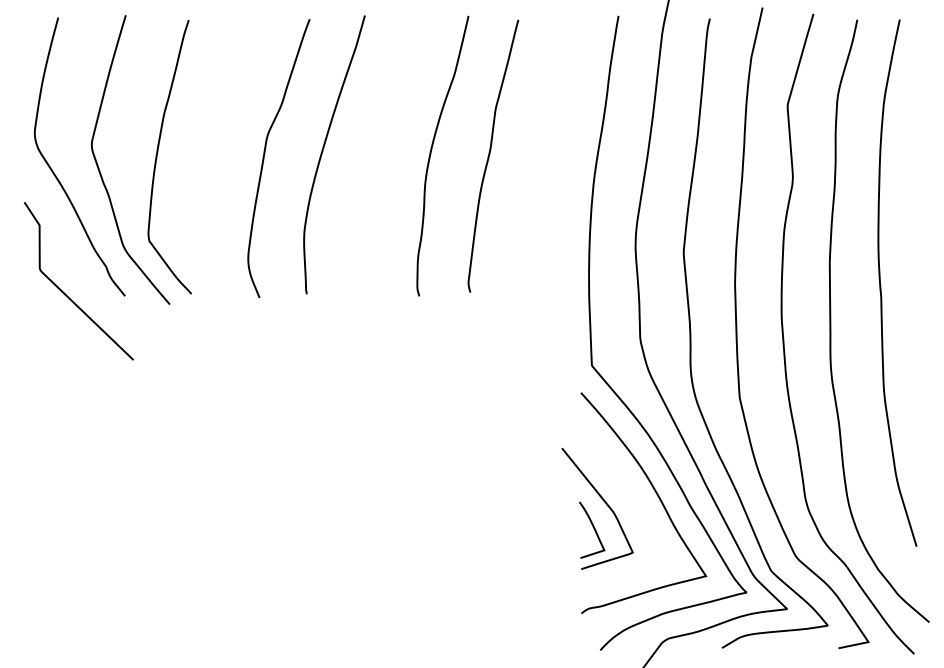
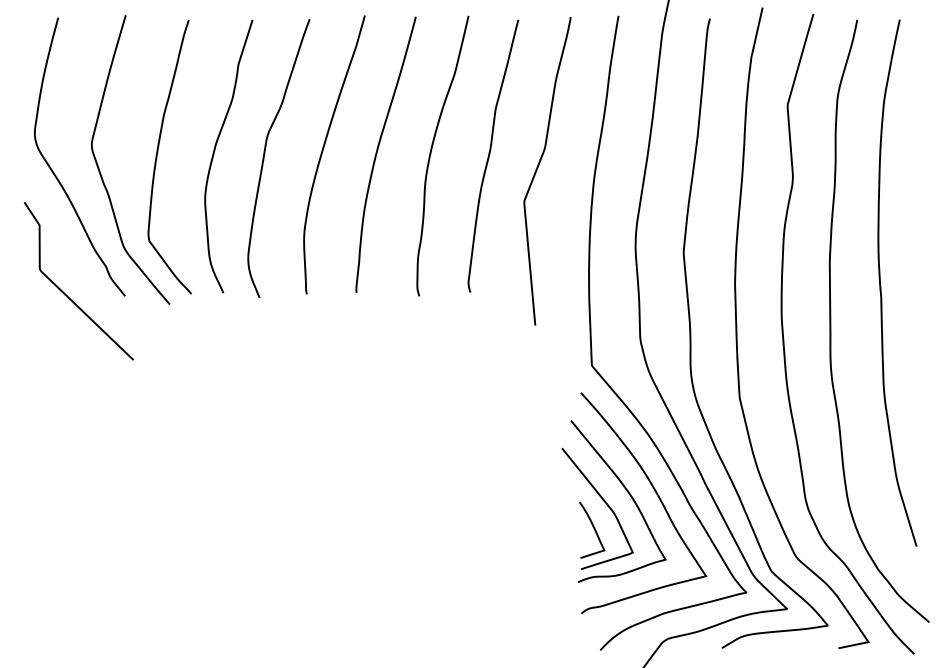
curve at (214, 154): none -> present
curve at (377, 154): none -> present
curve at (538, 168): none -> present
curve at (628, 494): none -> present
